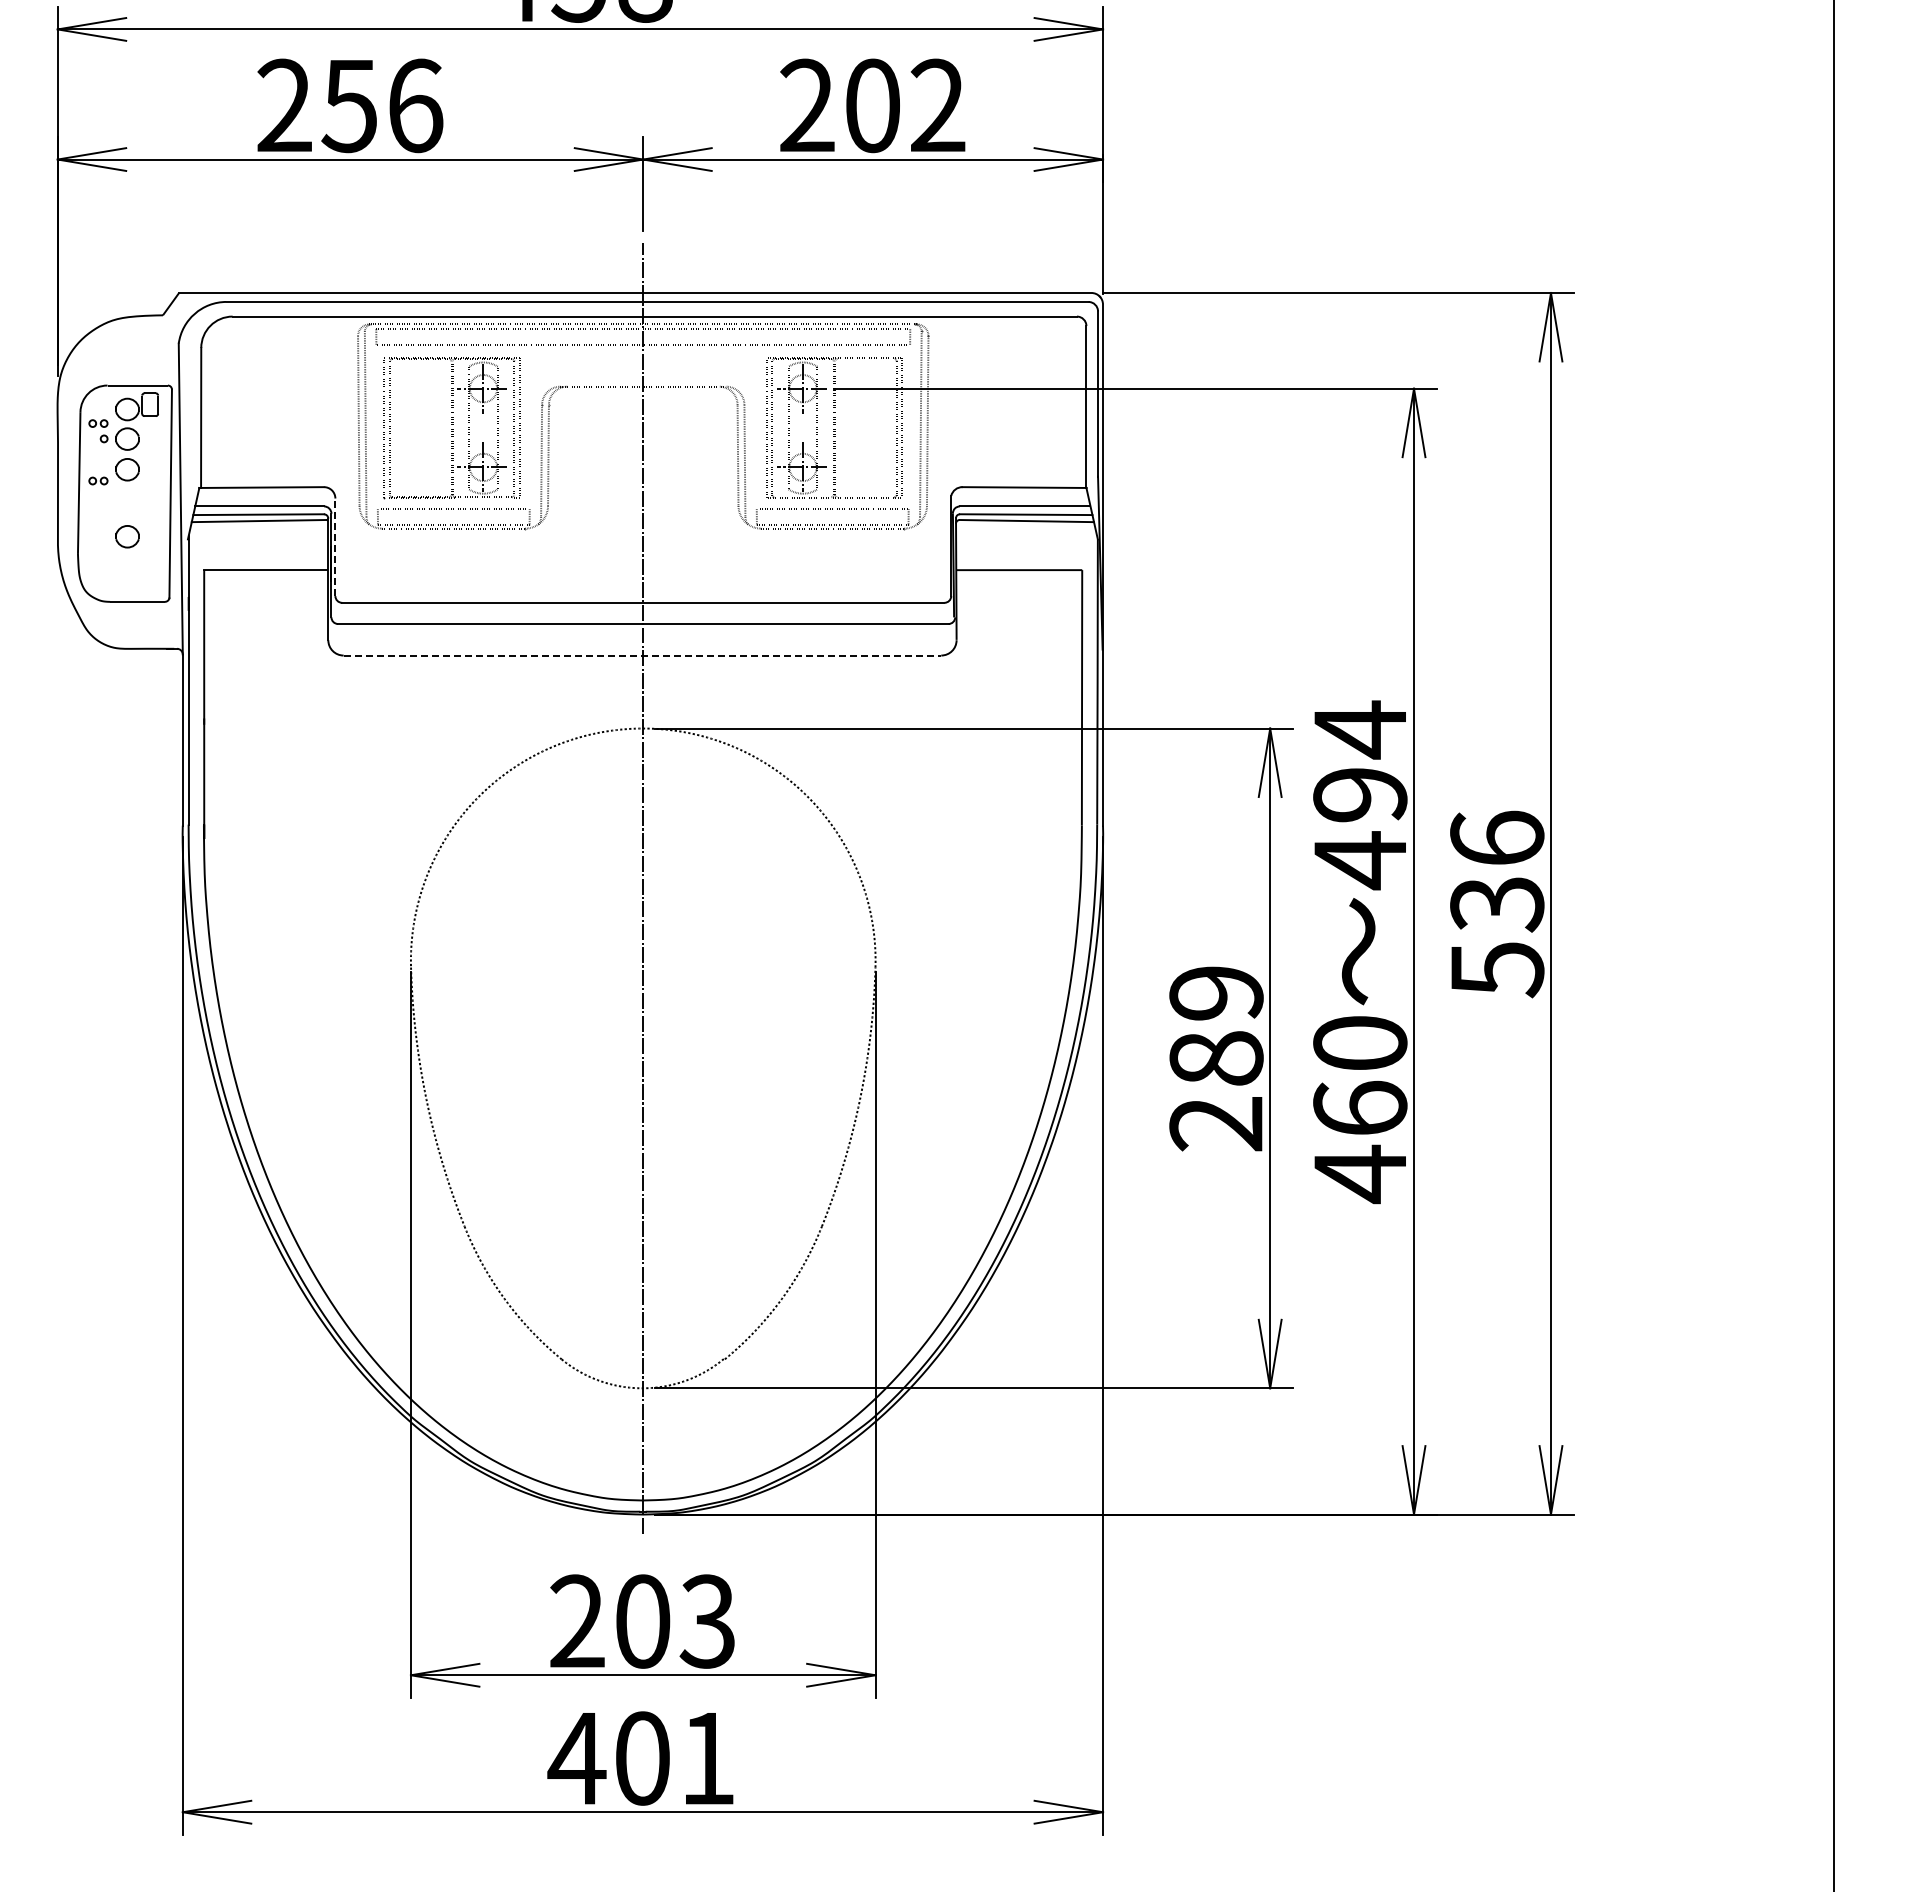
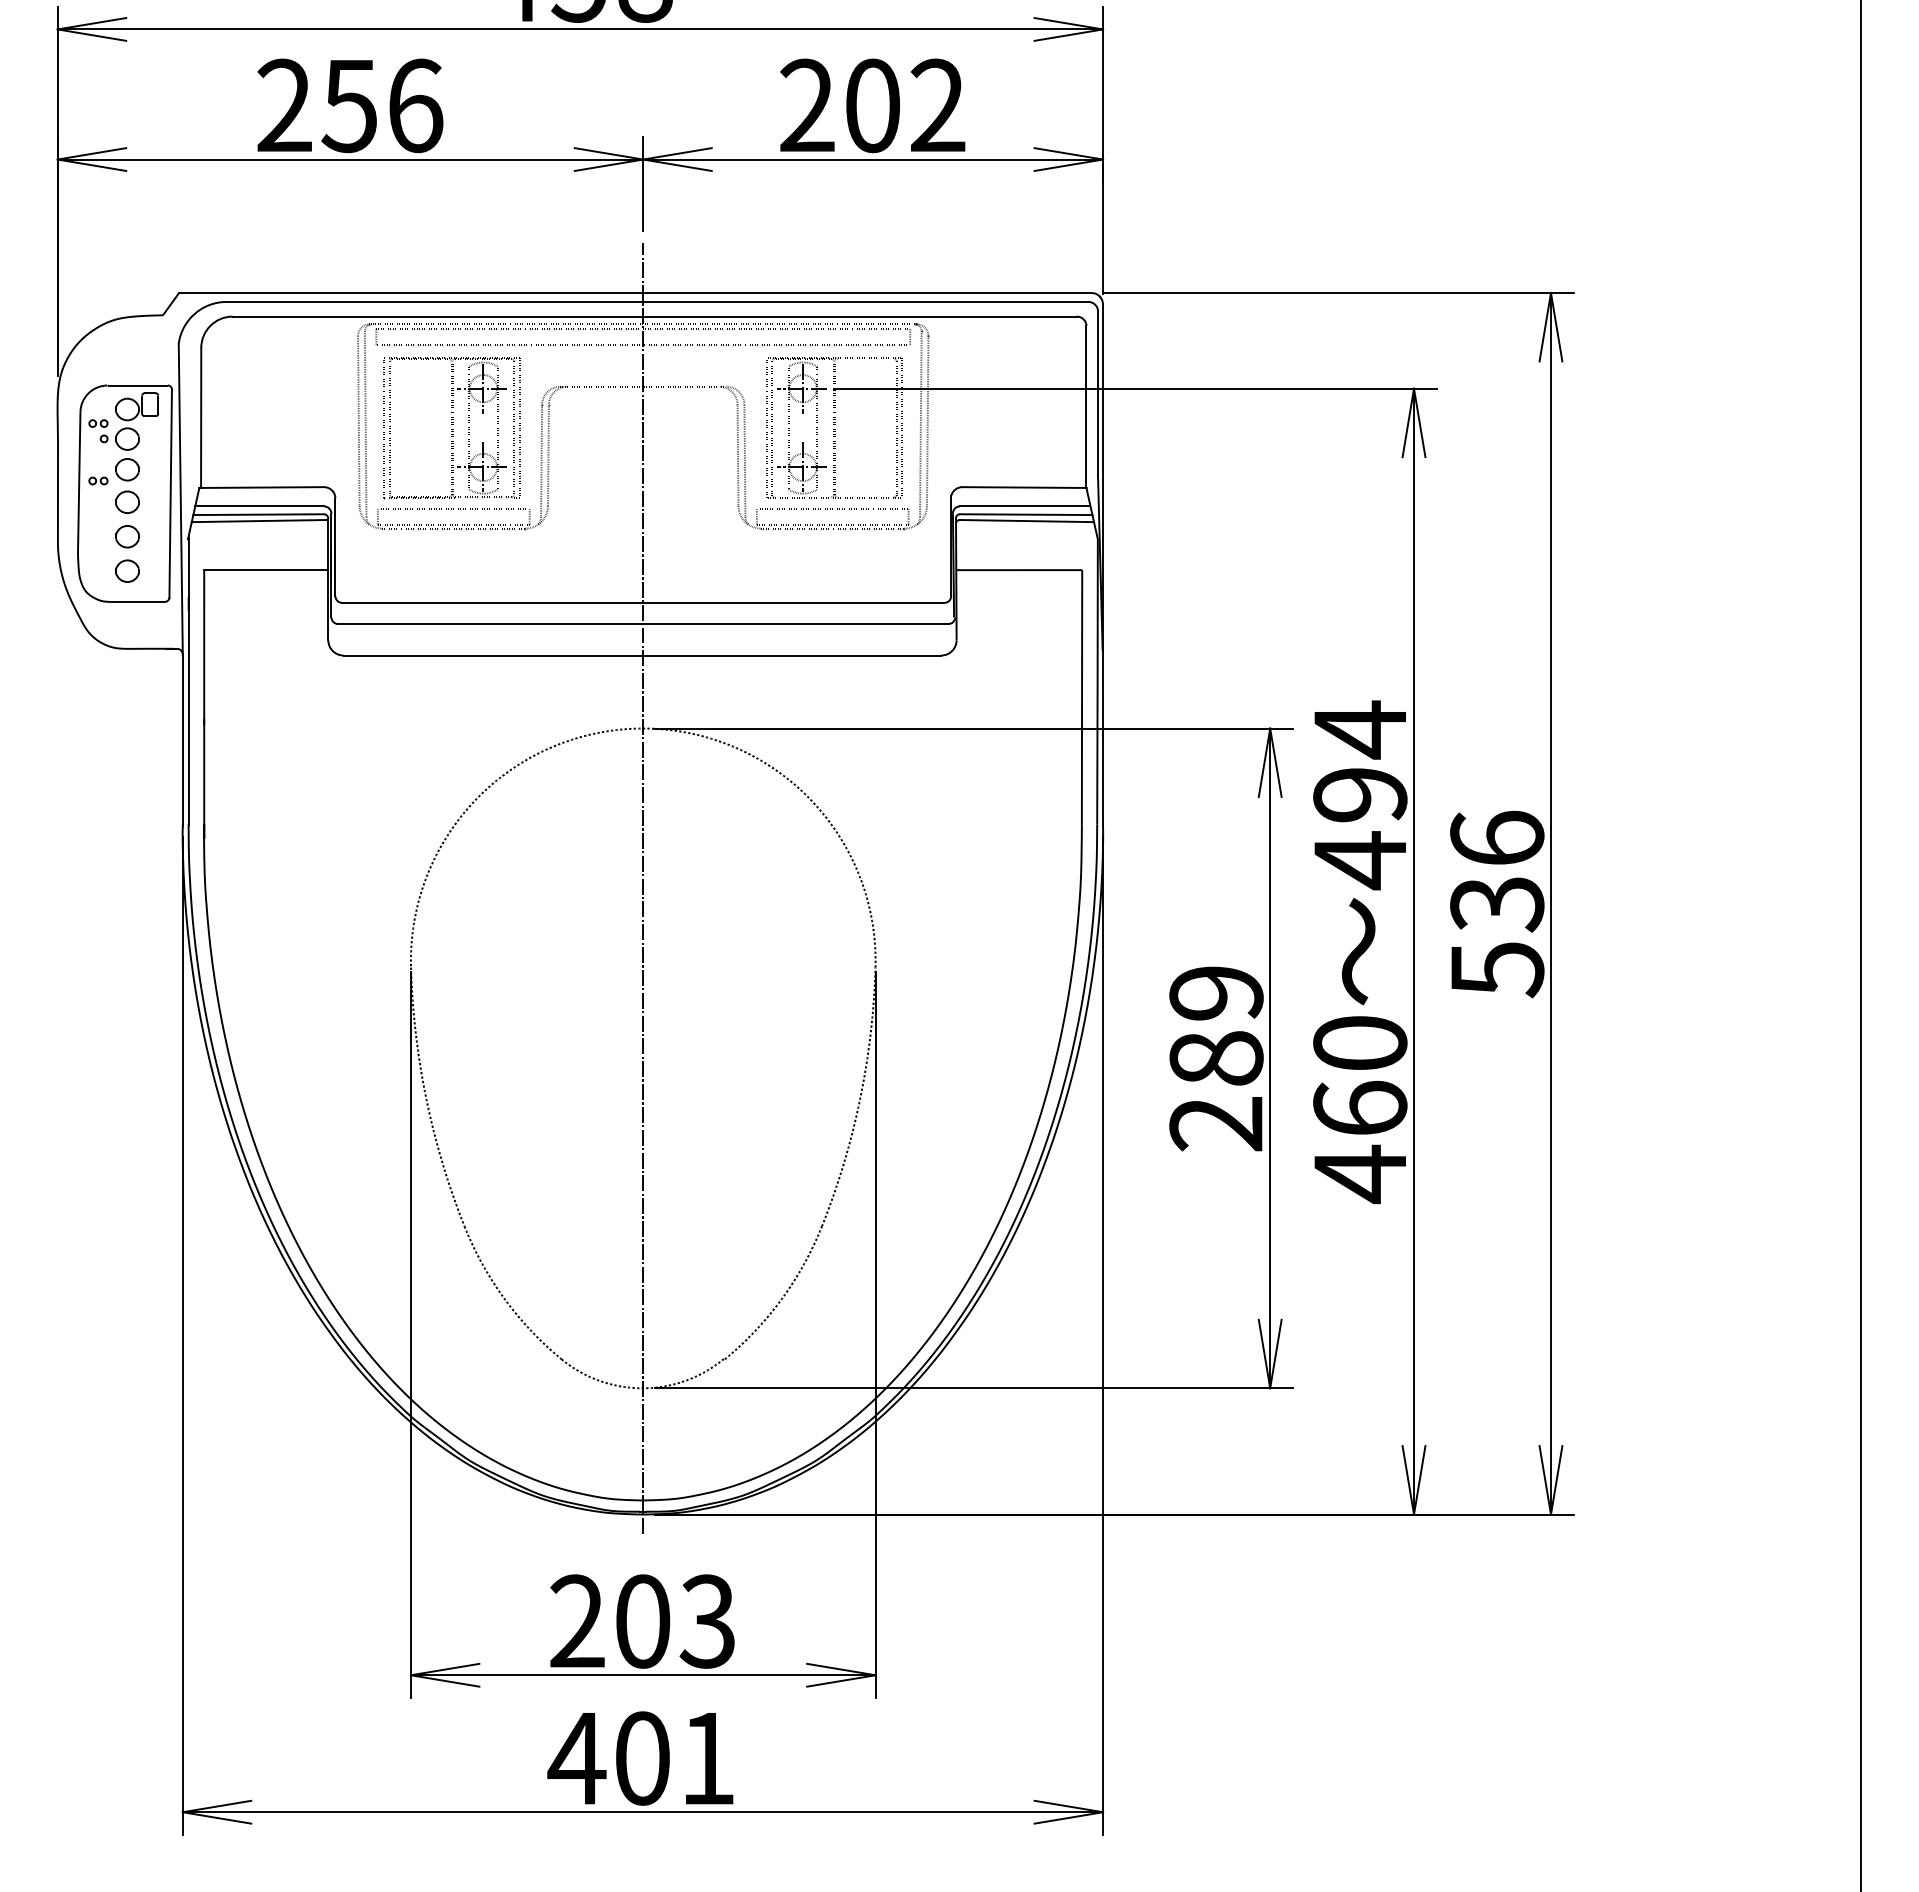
part at (127, 501): none -> present
line at (335, 547): dashed -> solid
part at (127, 570): none -> present
line at (642, 655): dashed -> solid
line at (1834, 945) position: (1834, 945) -> (1861, 945)
